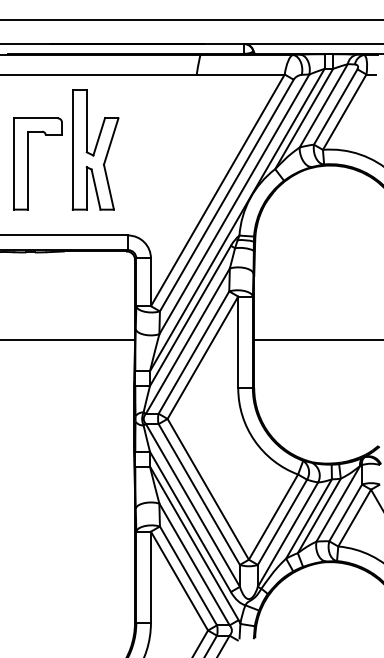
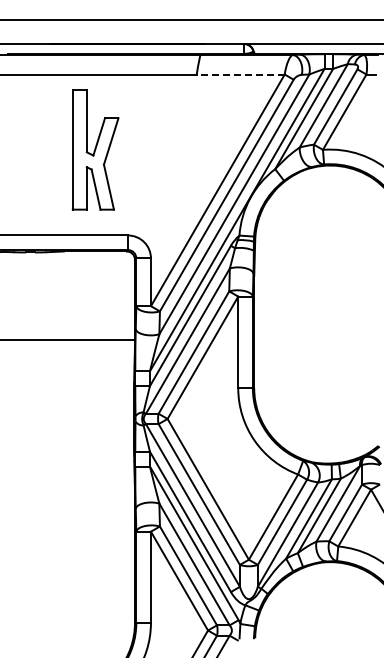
line at (240, 74): solid -> dashed
part at (28, 163): present -> none
line at (317, 339): present -> none
